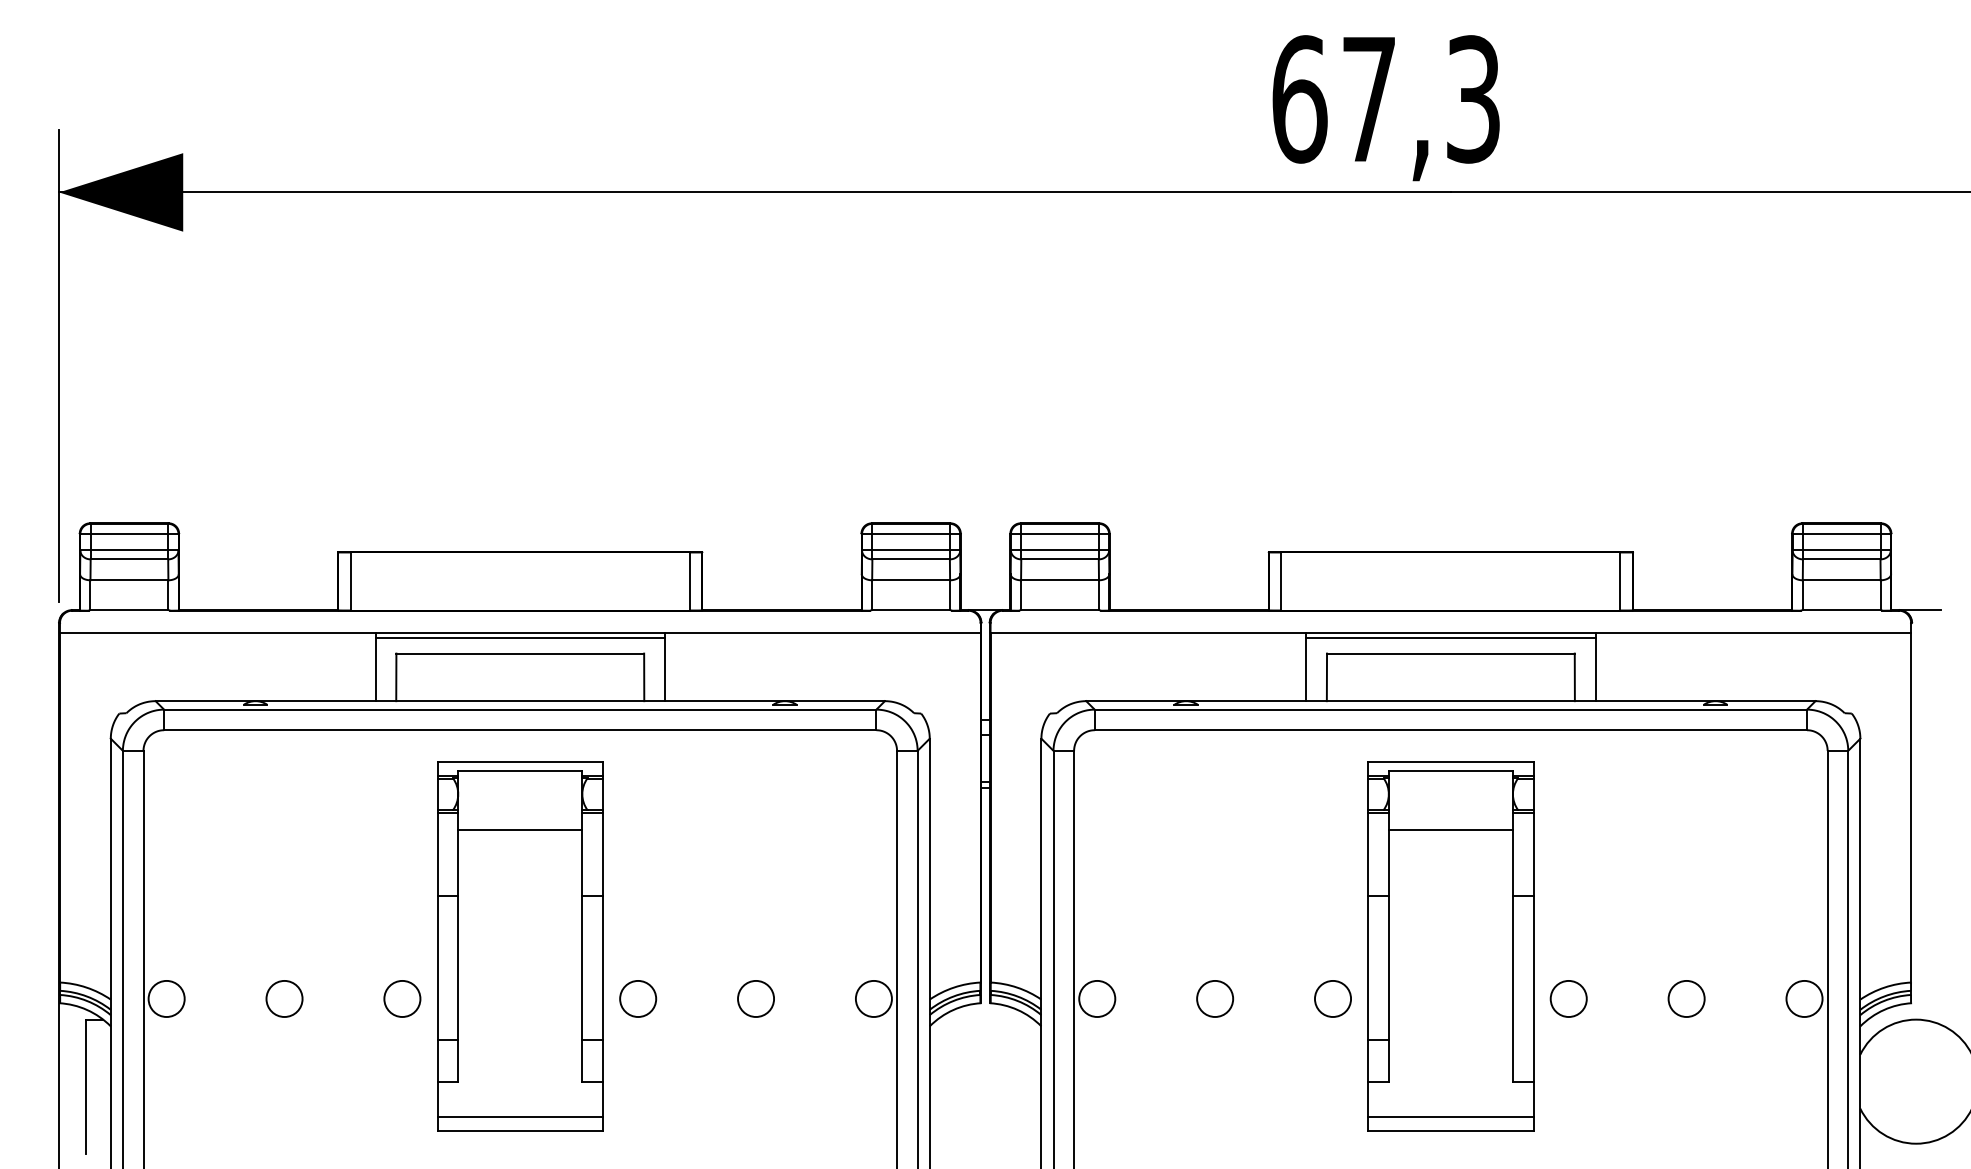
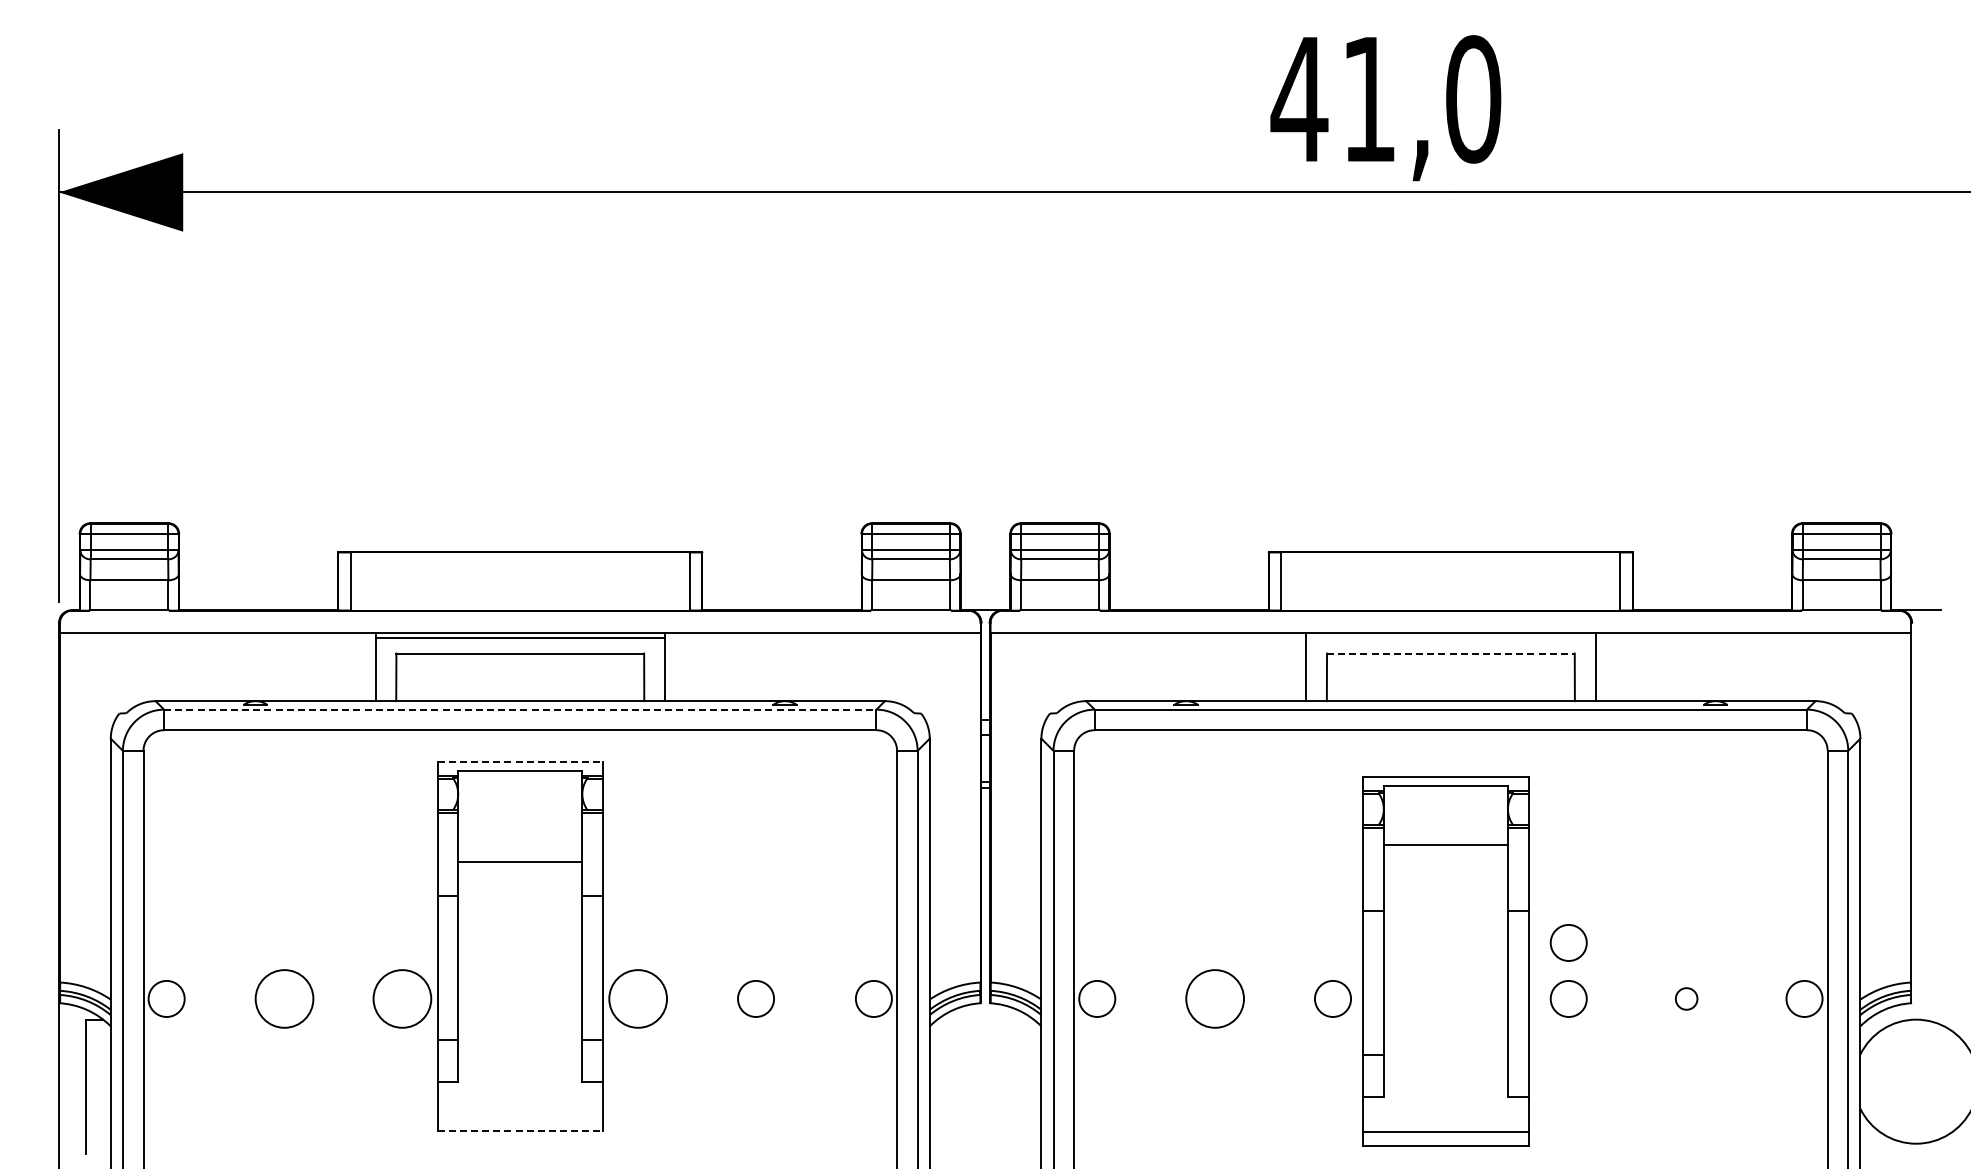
text at (1385, 99): 67,3 -> 41,0
line at (1450, 637): present -> none
line at (1450, 653): solid -> dashed
line at (520, 709): solid -> dashed
line at (520, 762): solid -> dashed
line at (520, 829) position: (520, 829) -> (520, 861)
circle at (1568, 942): none -> present
part at (1450, 946) position: (1450, 946) -> (1445, 961)
circle at (284, 998) diameter: 36 px -> 58 px
circle at (402, 998) diameter: 36 px -> 58 px
circle at (638, 998) diameter: 36 px -> 58 px
circle at (1215, 998) diameter: 36 px -> 58 px
circle at (1686, 998) diameter: 36 px -> 22 px
line at (520, 1116): present -> none
line at (520, 1130): solid -> dashed
